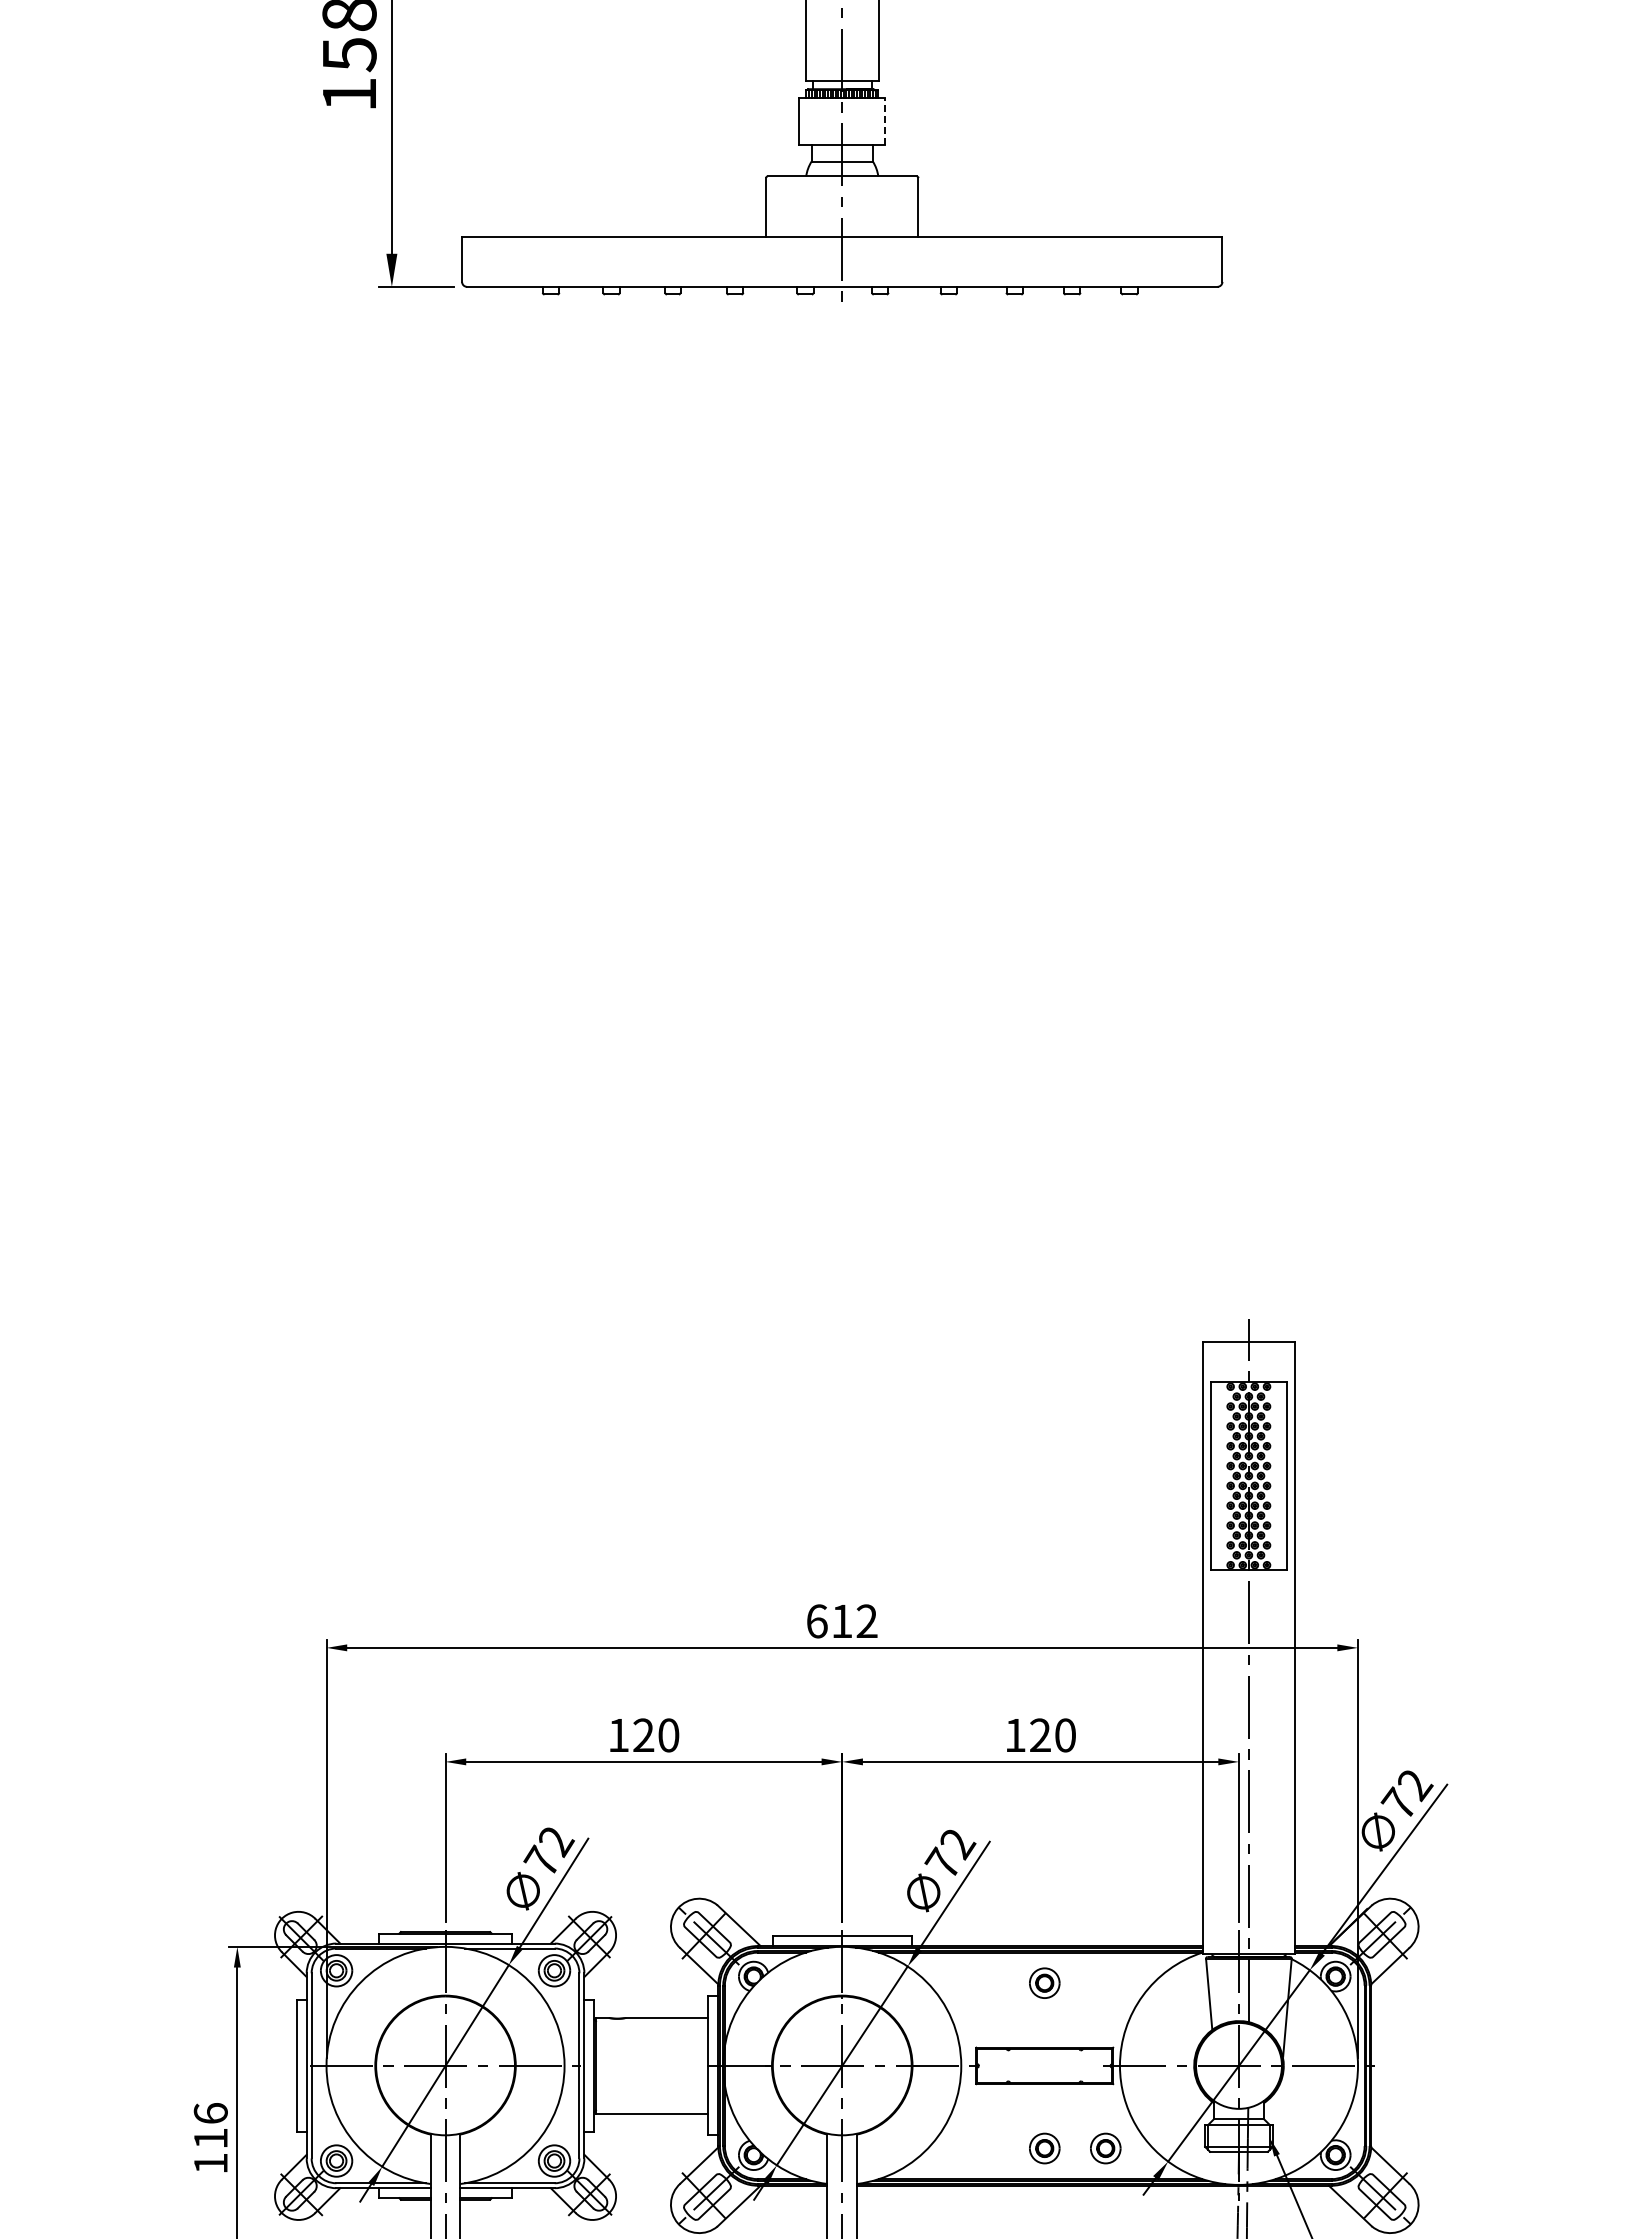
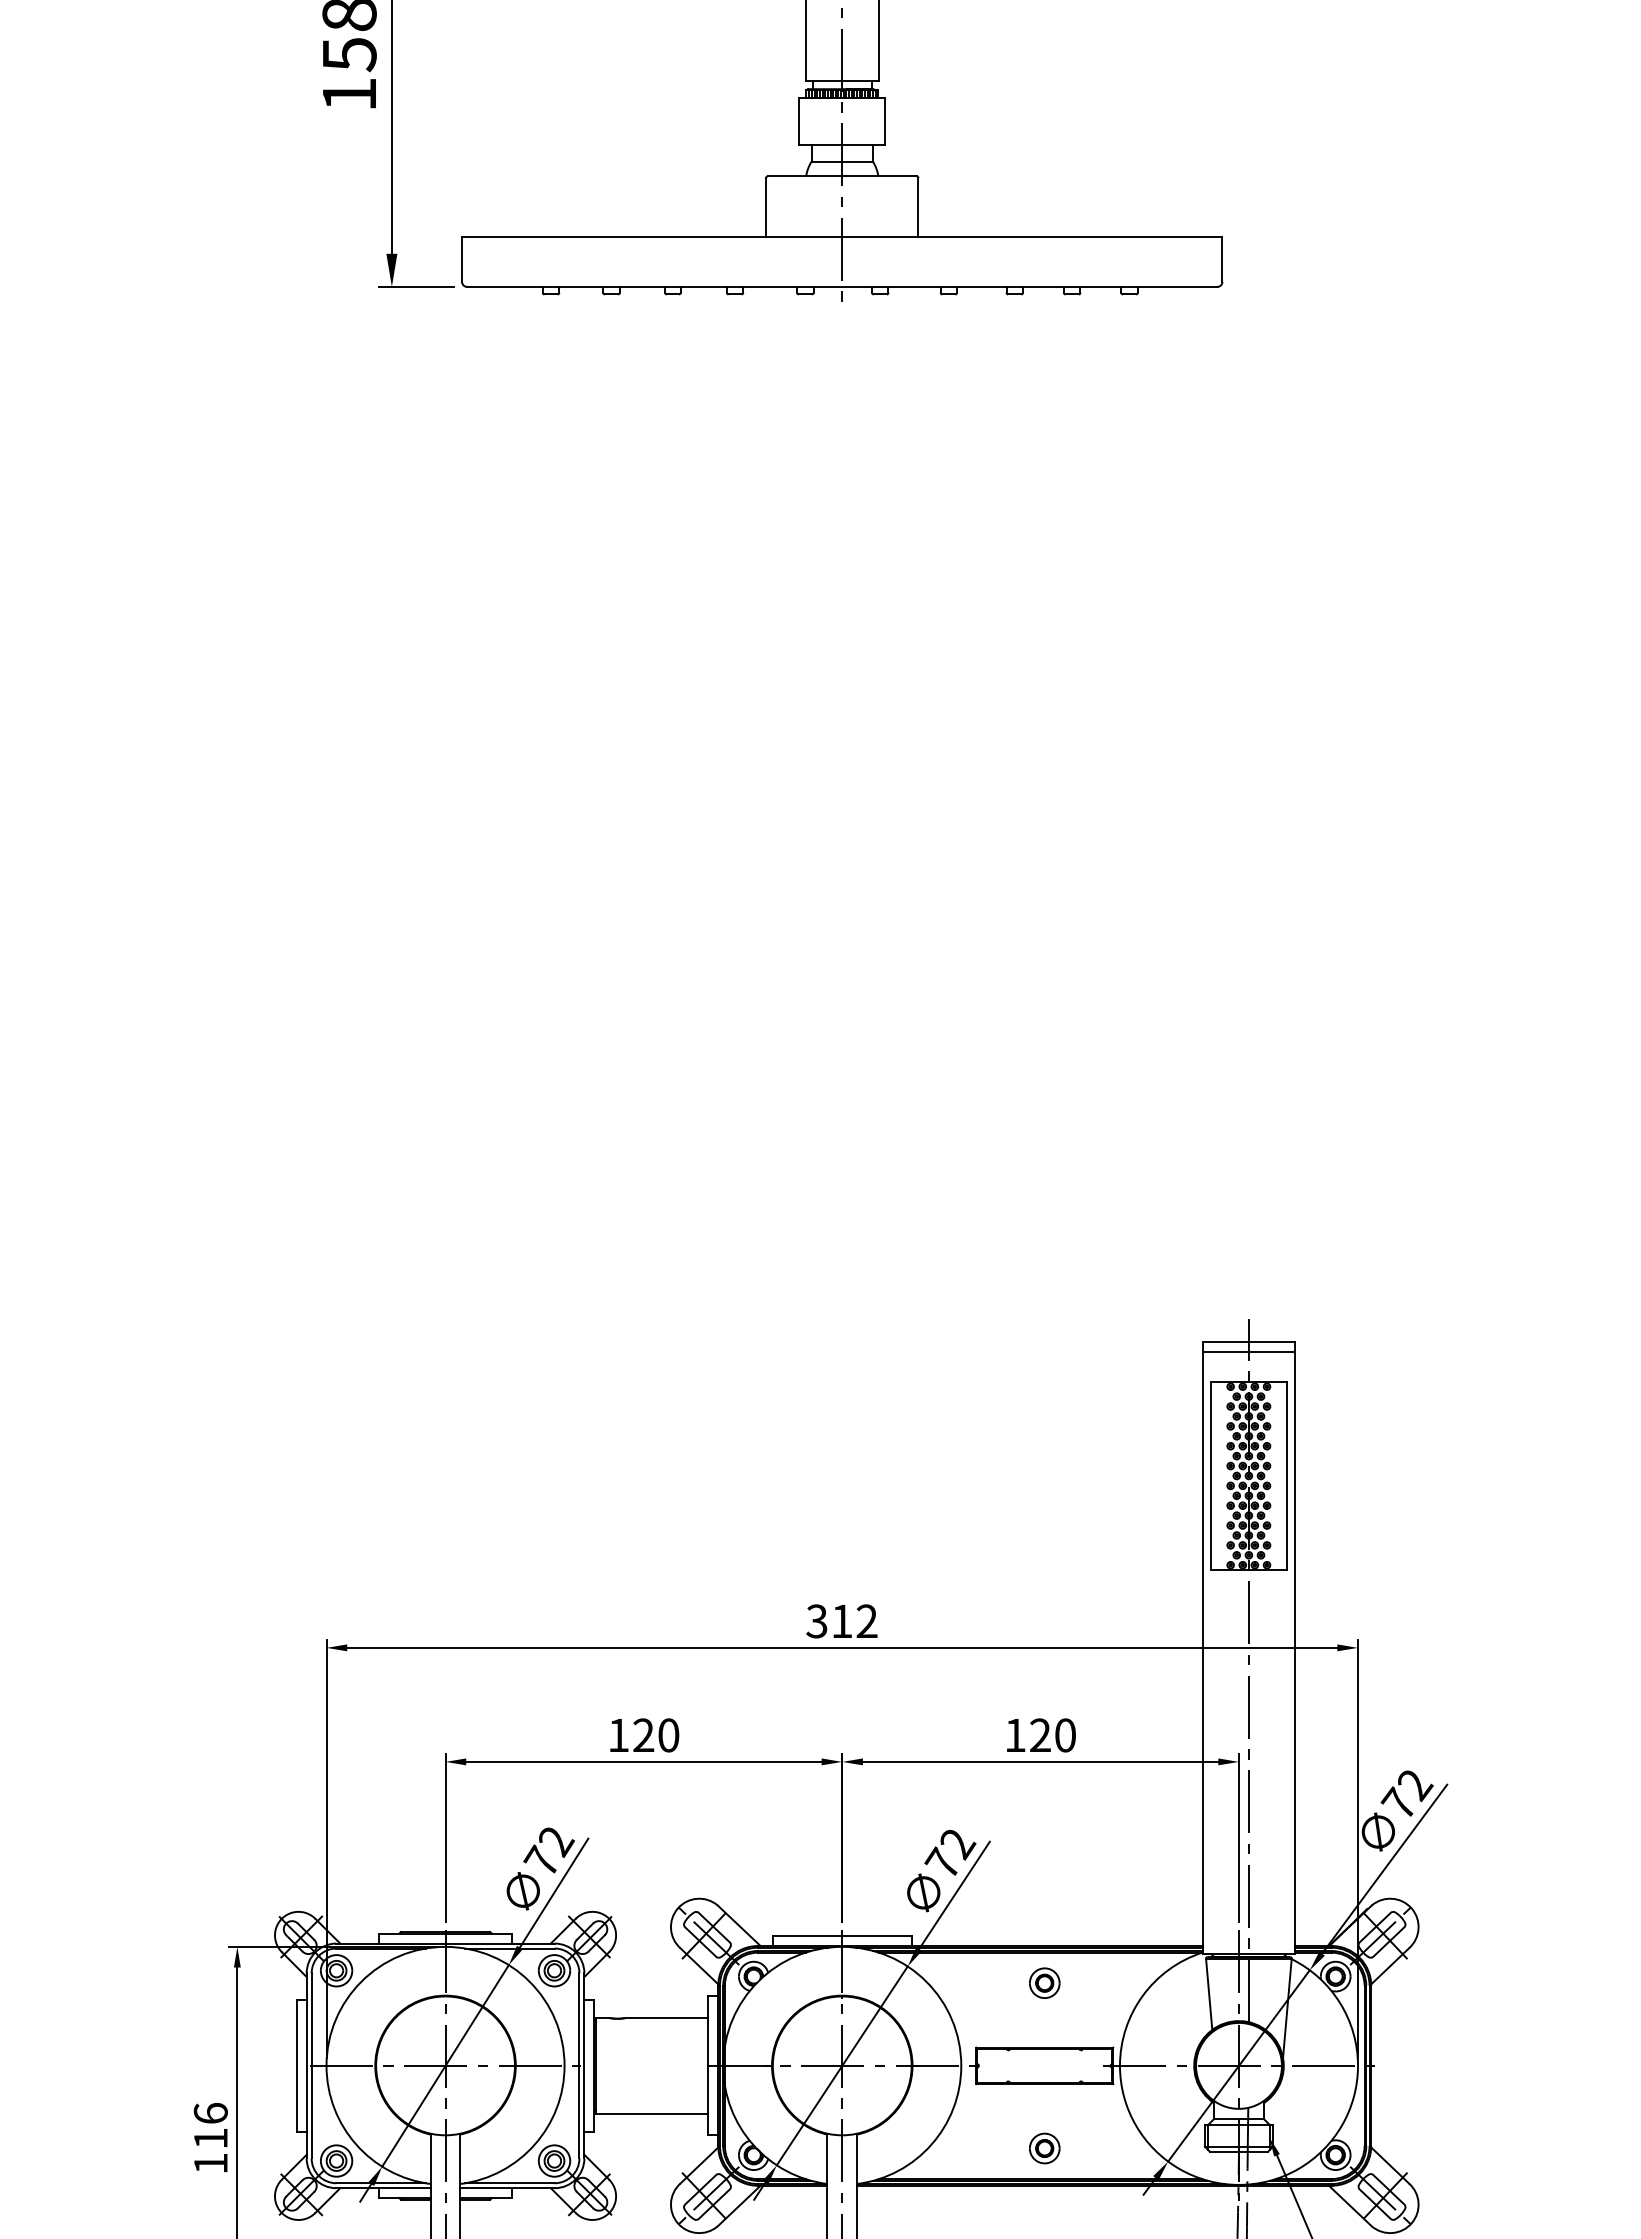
line at (885, 121): dashed -> solid
line at (1248, 1352): none -> present
text at (816, 1621): 612 -> 312
part at (1105, 2148): present -> none
